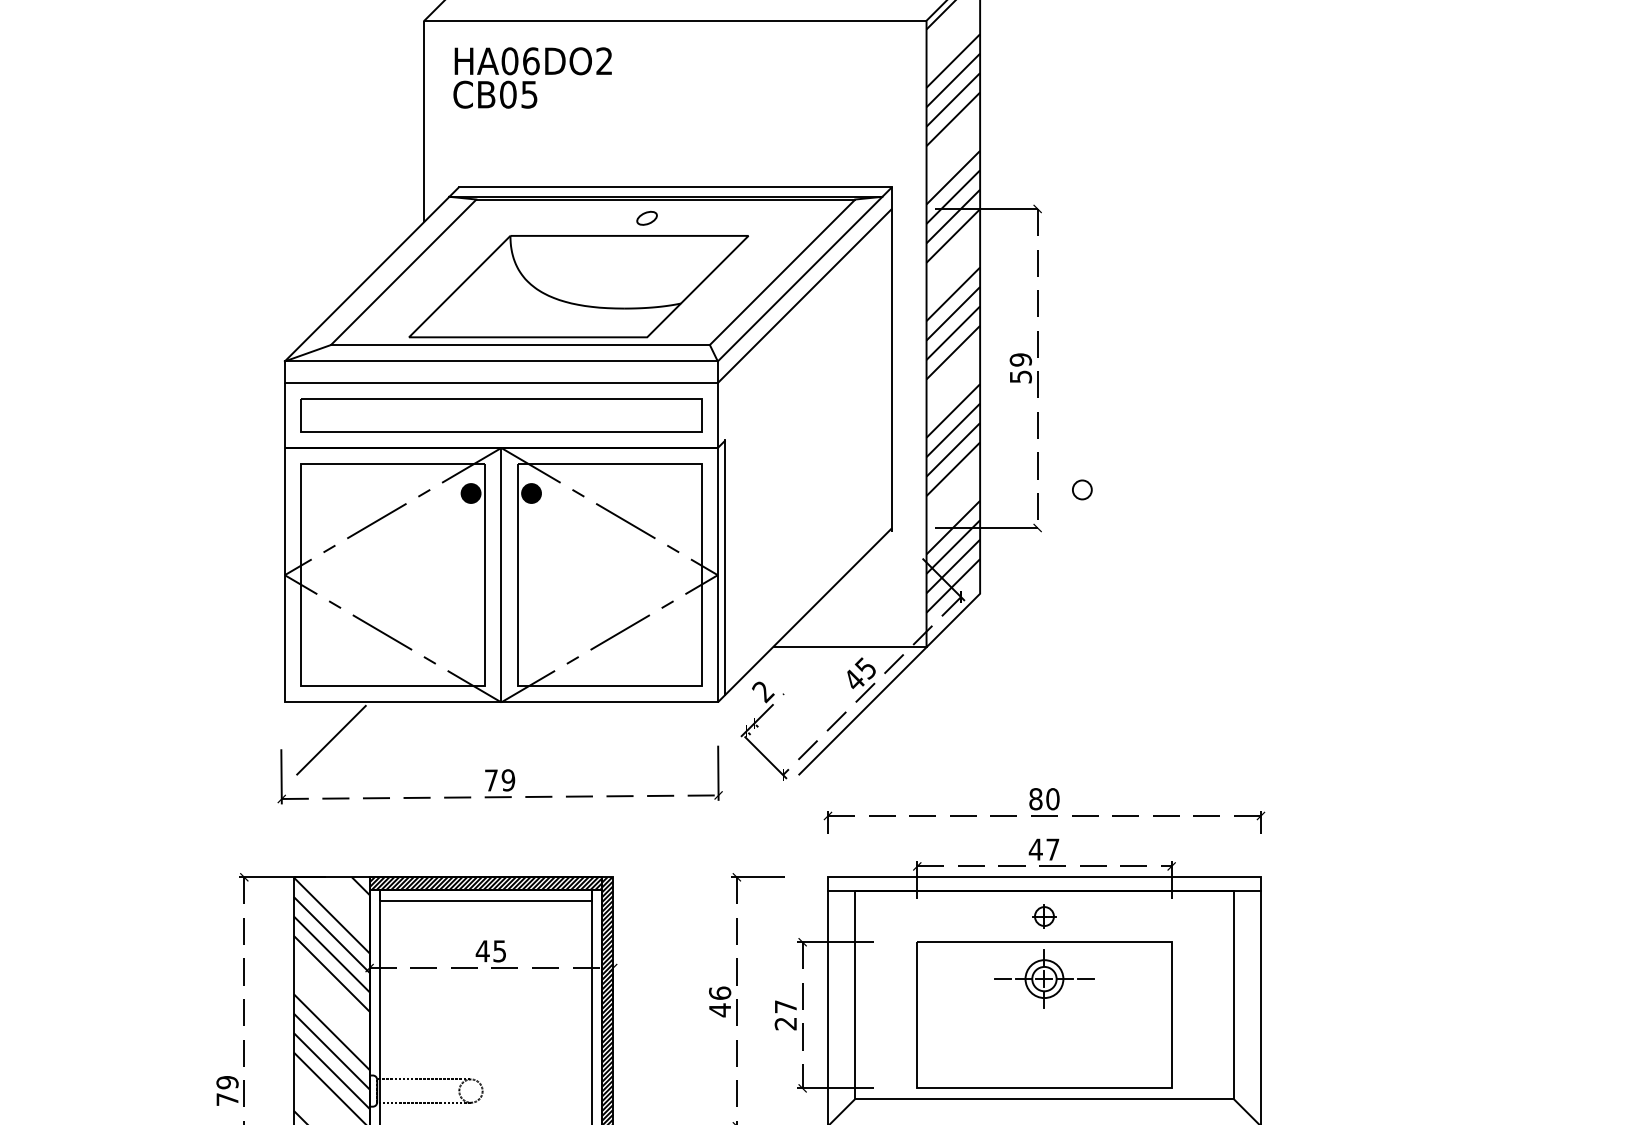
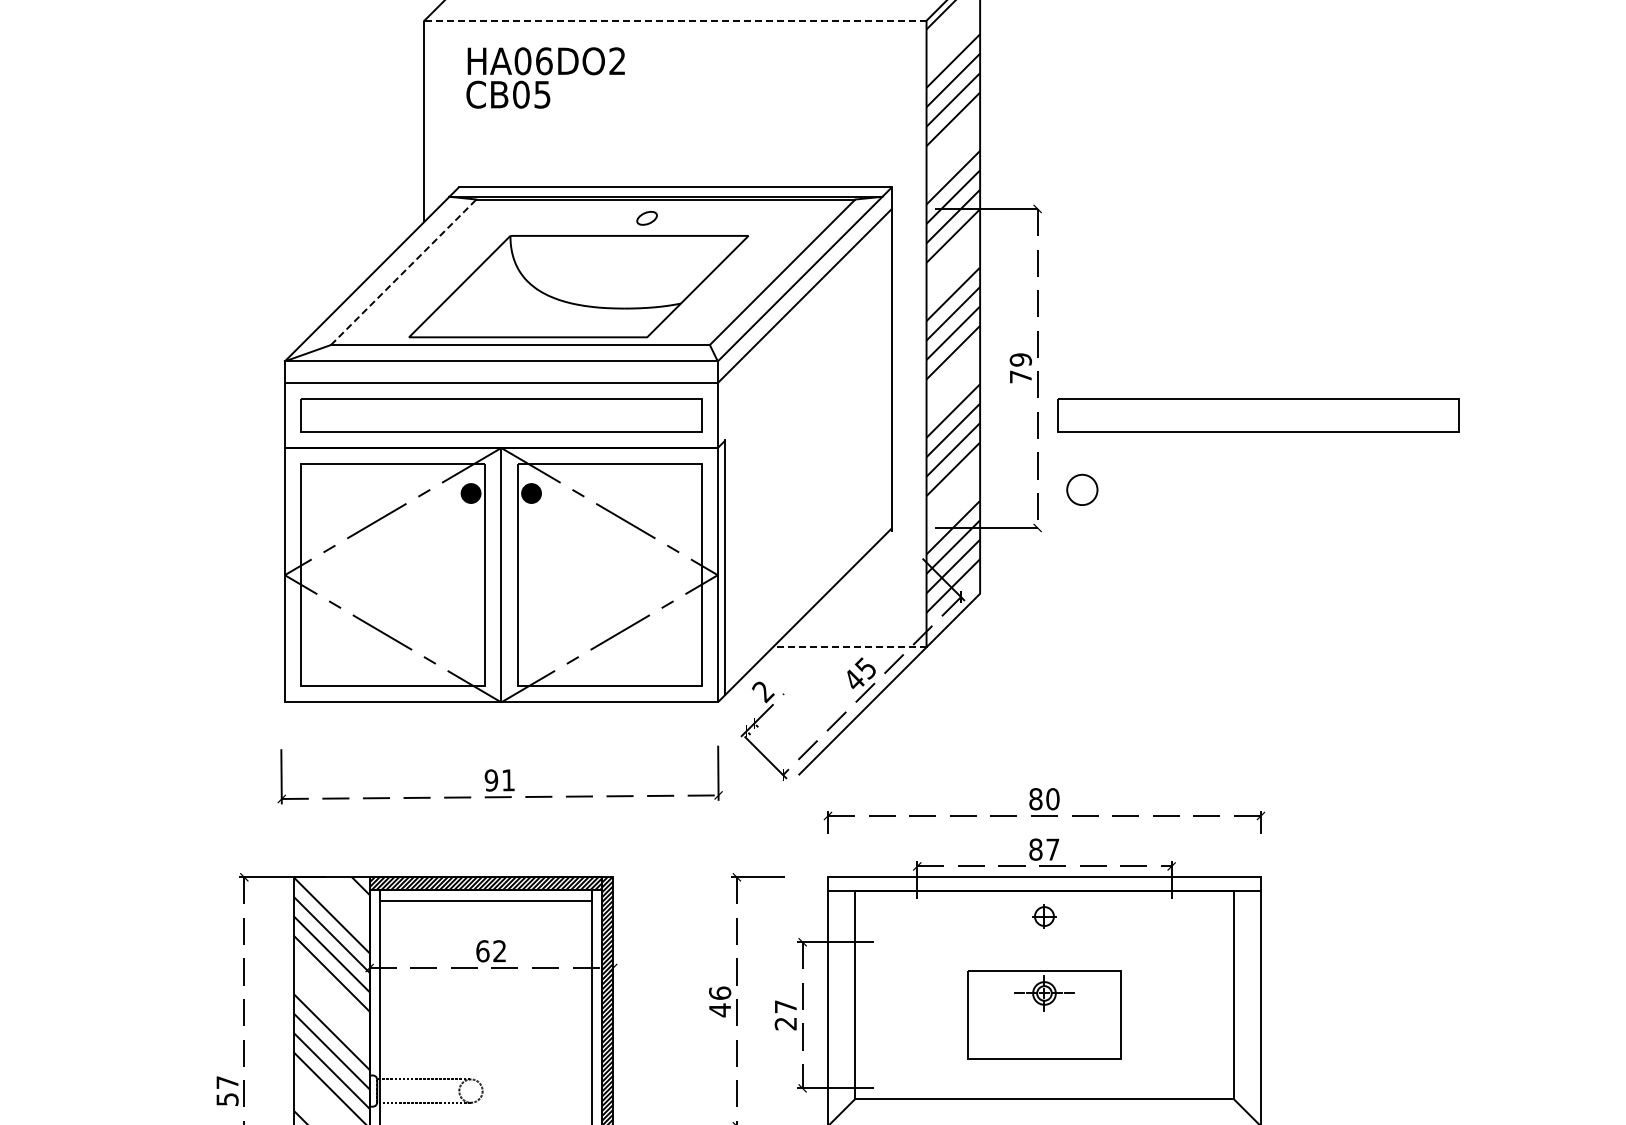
line at (674, 20): solid -> dashed
text at (532, 77) position: (532, 77) -> (545, 77)
line at (403, 272): solid -> dashed
text at (1021, 376): 59 -> 79
part at (1258, 415): none -> present
circle at (1081, 489) diameter: 19 px -> 30 px
line at (849, 647): solid -> dashed
line at (331, 739): present -> none
text at (499, 780): 79 -> 91
text at (1035, 849): 47 -> 87
text at (490, 951): 45 -> 62
part at (1044, 1014) size: 257x148 px -> 155x90 px
text at (227, 1090): 79 -> 57
